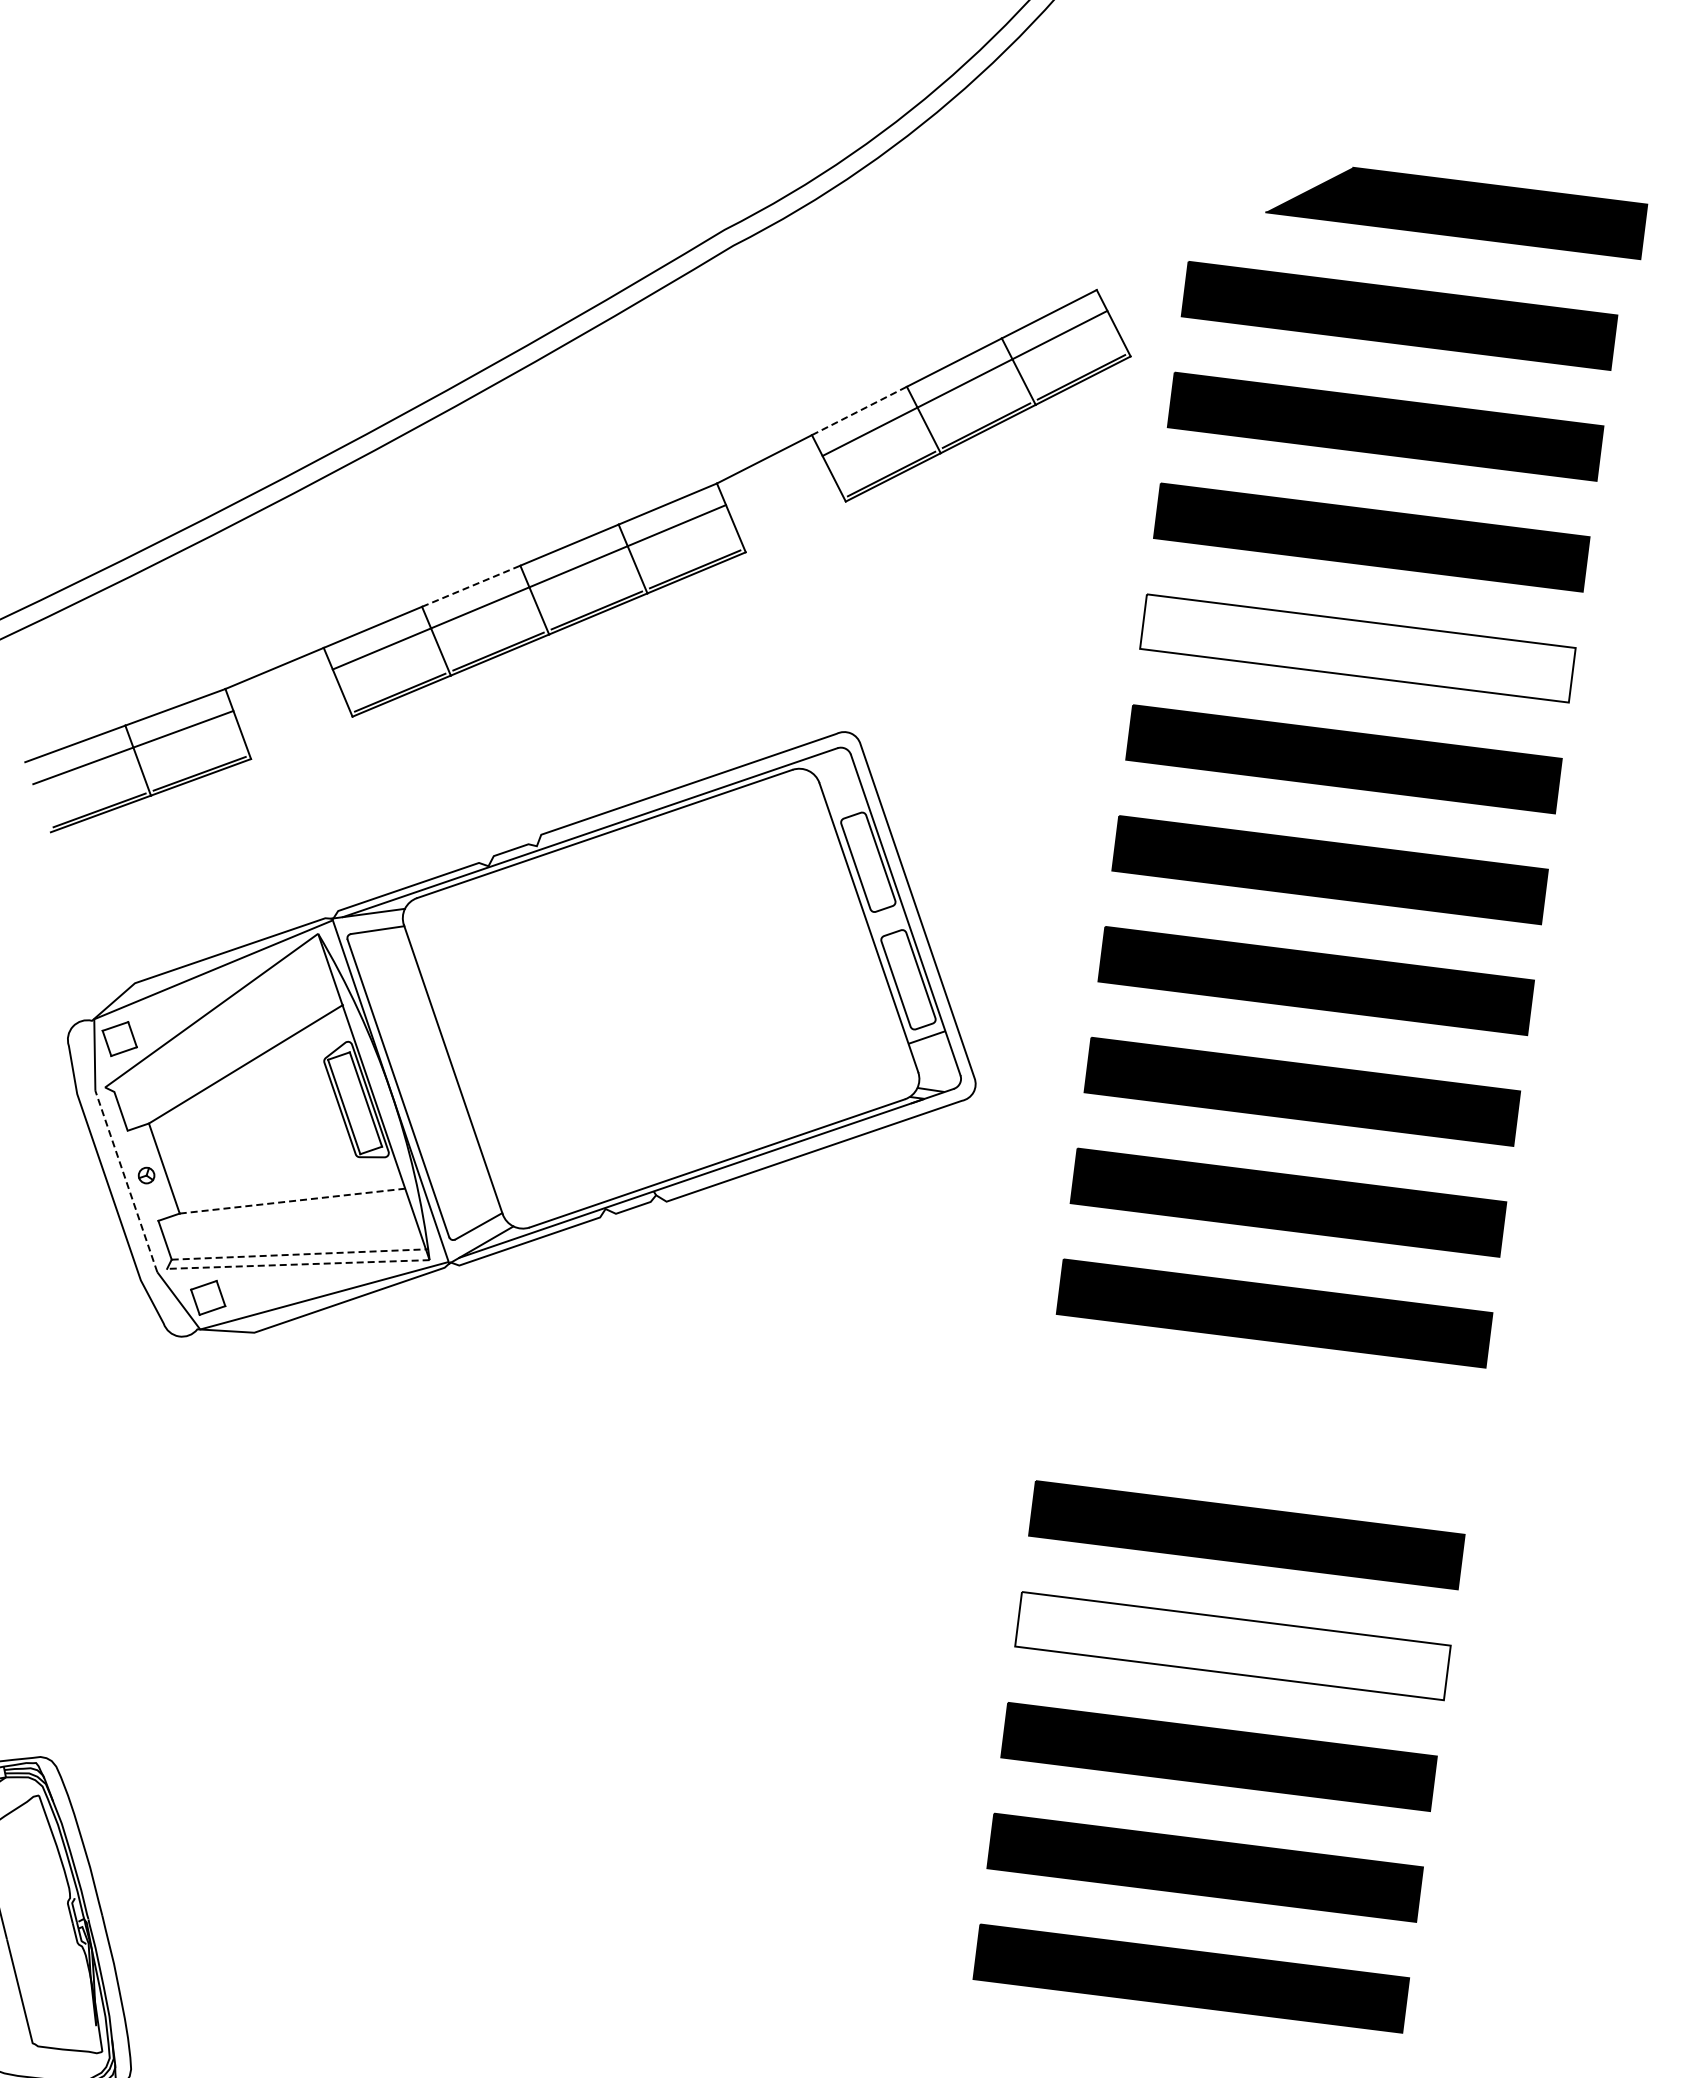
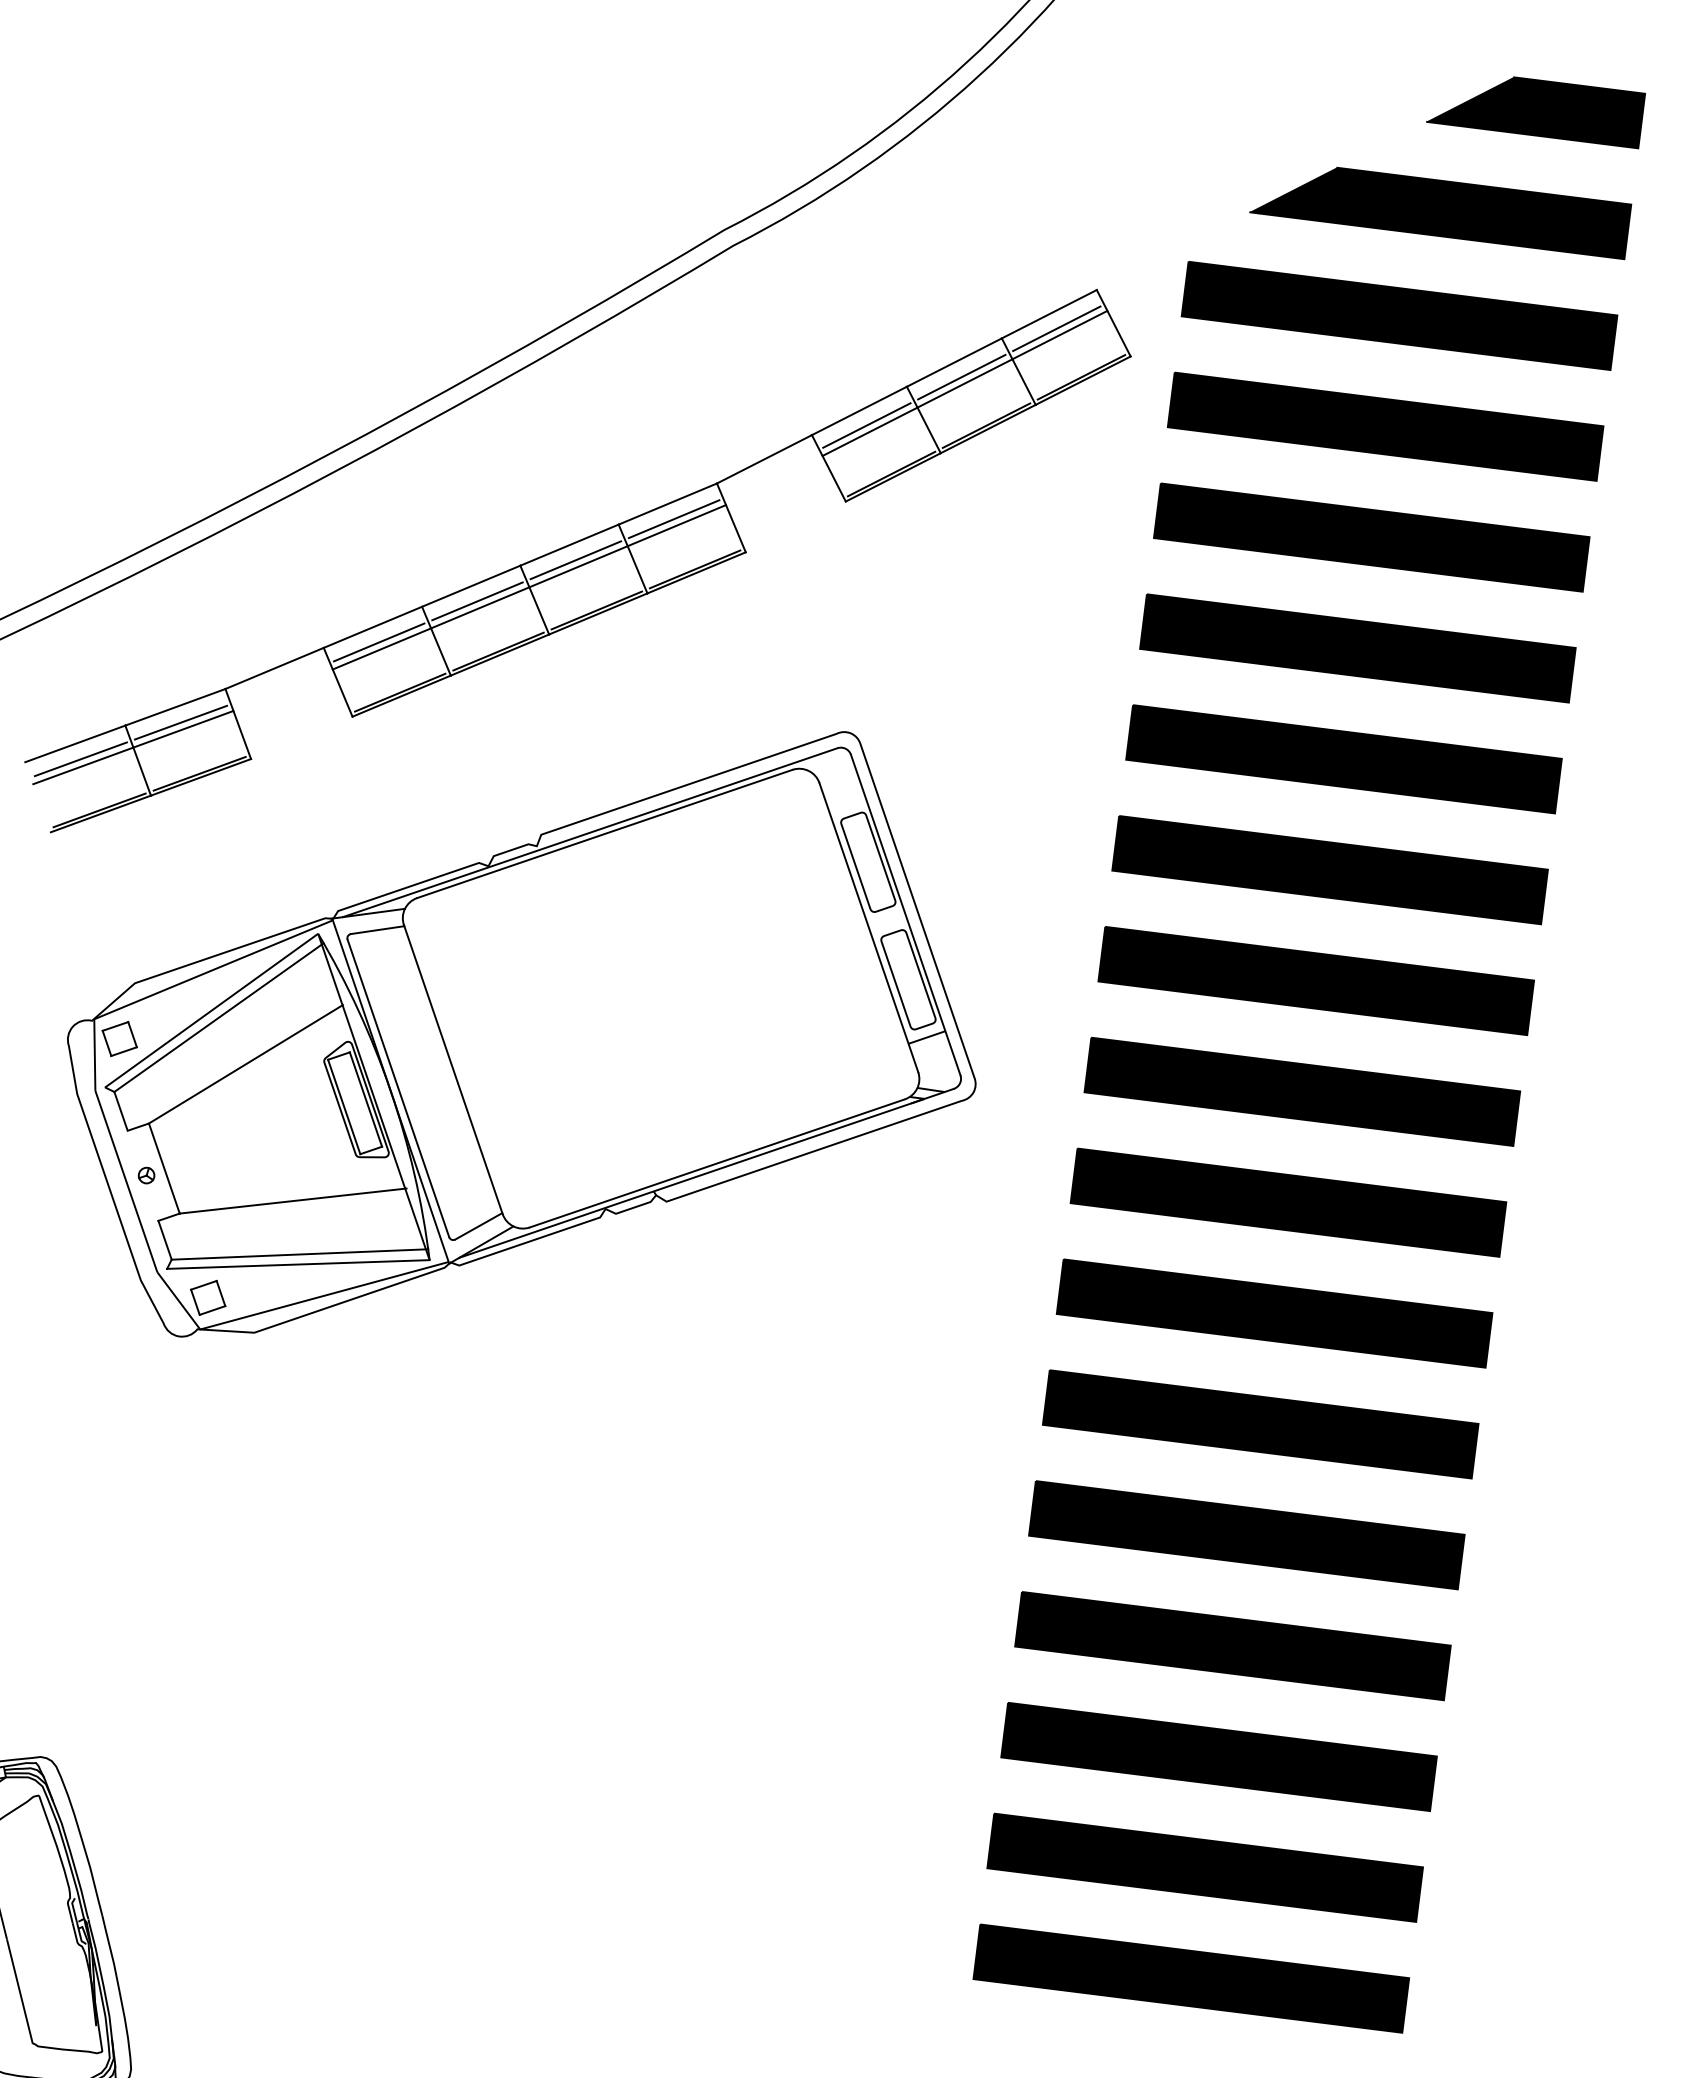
part at (1535, 112): none -> present
part at (1456, 213) position: (1456, 213) -> (1440, 213)
line at (1056, 328): none -> present
line at (961, 376): none -> present
line at (859, 410): dashed -> solid
line at (866, 425): none -> present
line at (673, 519): none -> present
line at (575, 560): none -> present
line at (471, 586): dashed -> solid
line at (477, 601): none -> present
line at (378, 642): none -> present
fill at (1357, 648): none -> present
line at (180, 722): none -> present
line at (80, 759): none -> present
line at (218, 1017): none -> present
line at (126, 1181): dashed -> solid
line at (293, 1201): dashed -> solid
line at (300, 1254): dashed -> solid
line at (297, 1264): dashed -> solid
part at (1260, 1424): none -> present
fill at (1232, 1645): none -> present
